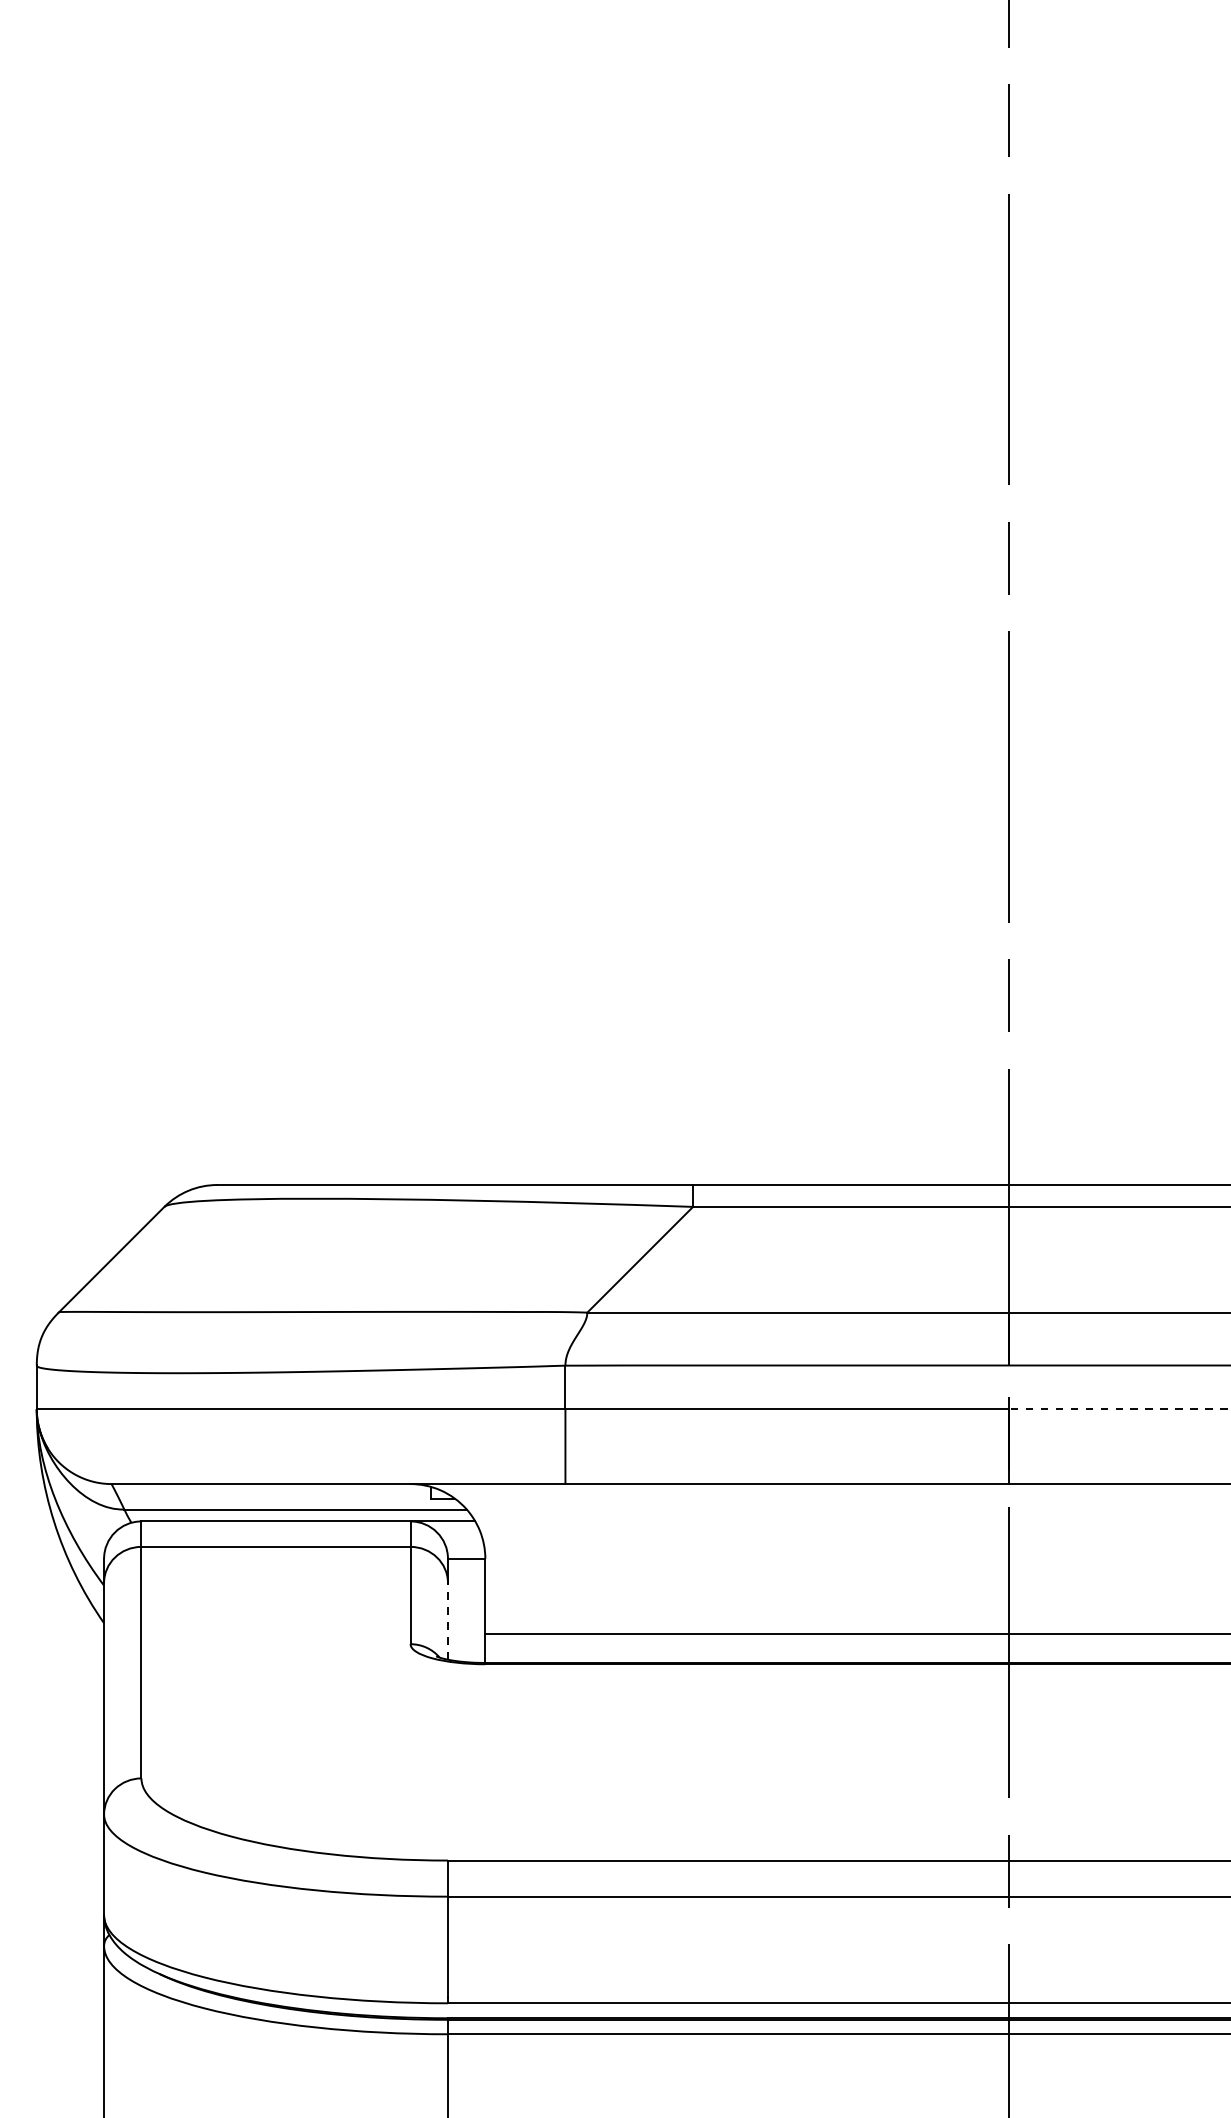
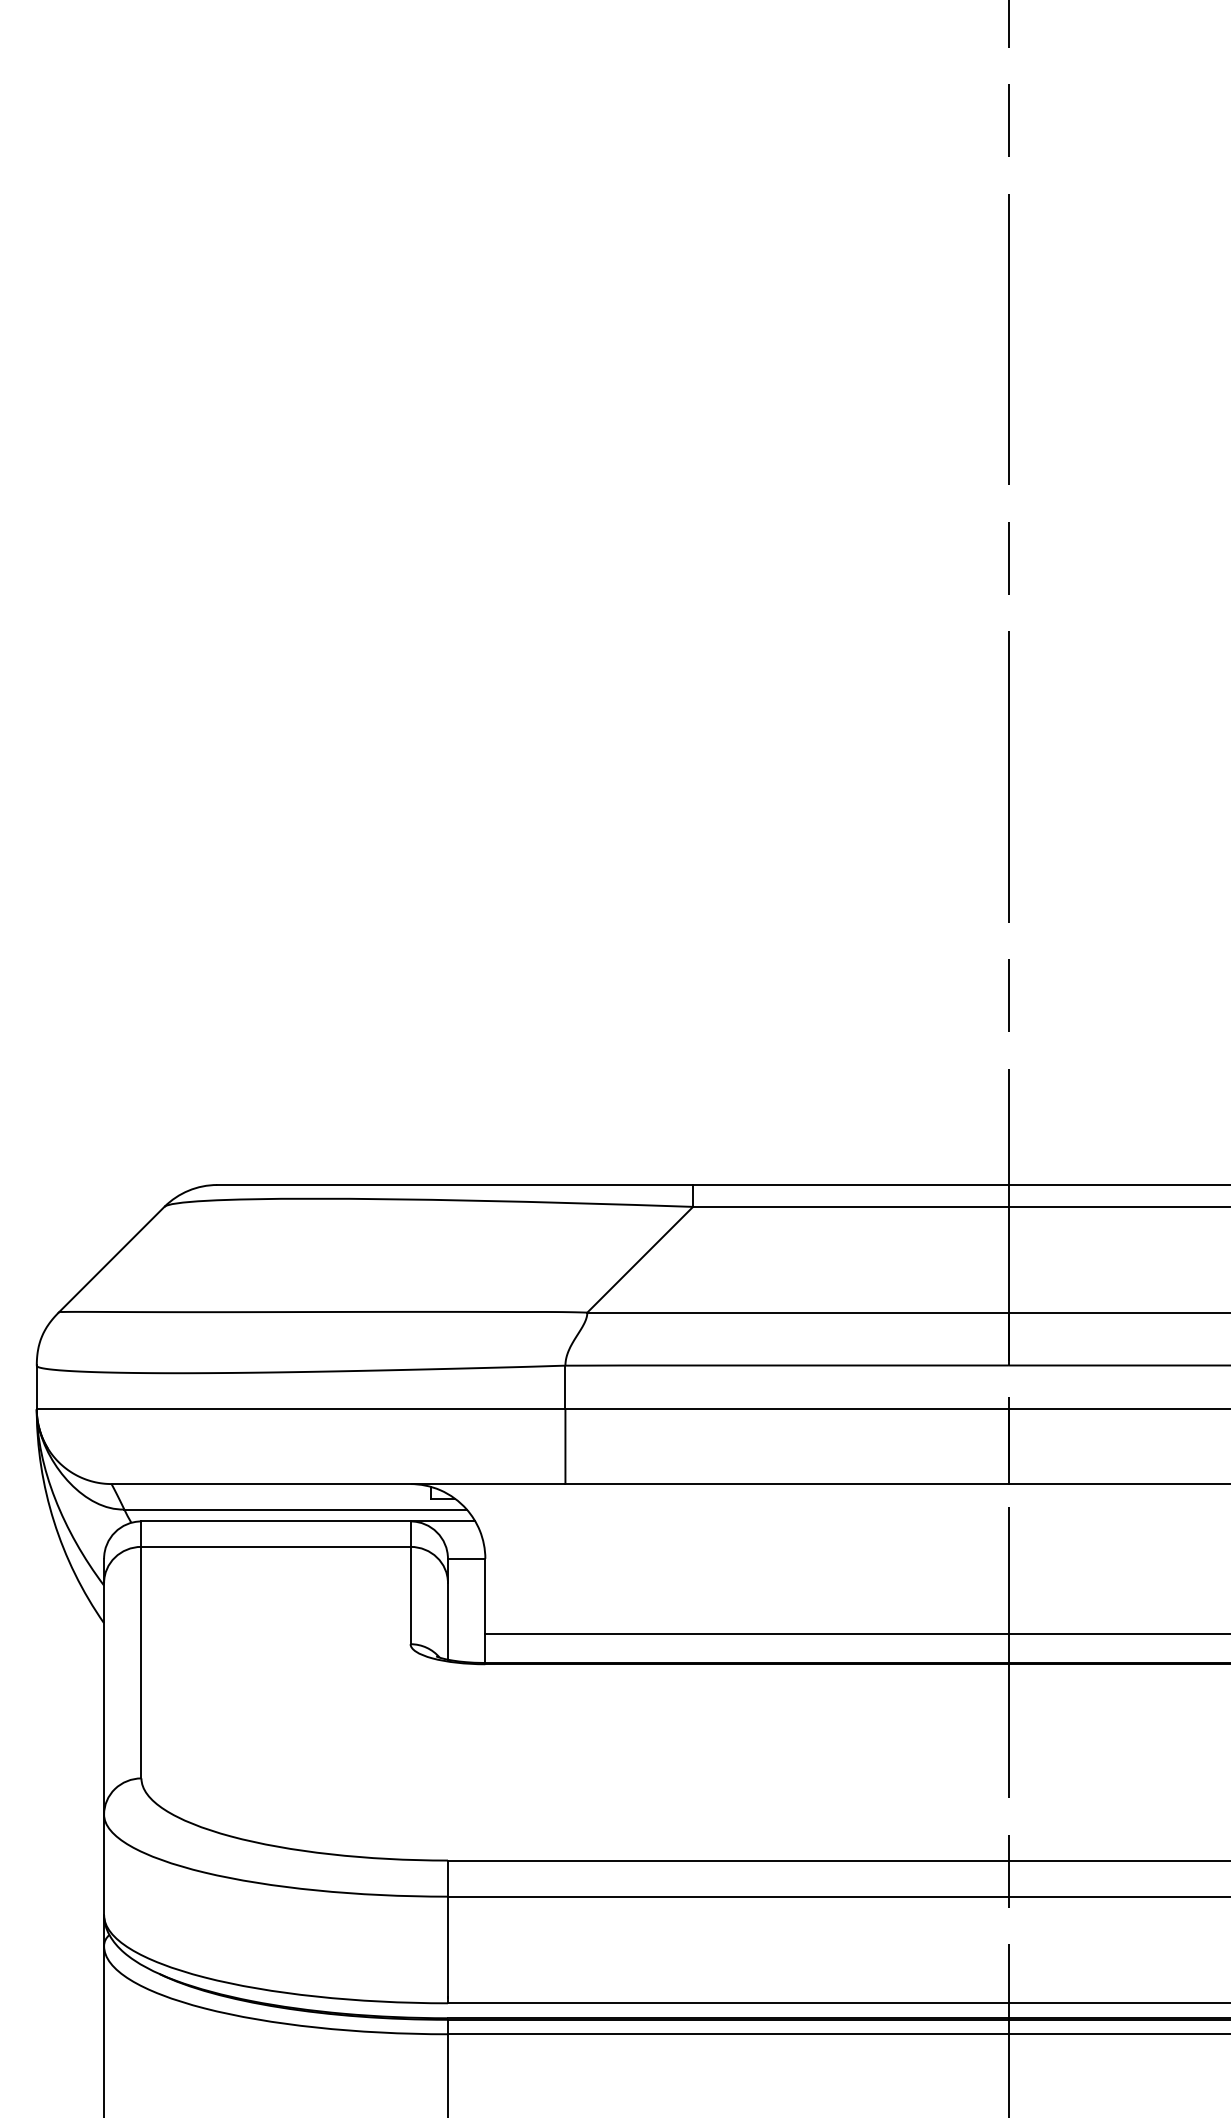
line at (1119, 1409): dashed -> solid
line at (447, 1620): dashed -> solid
